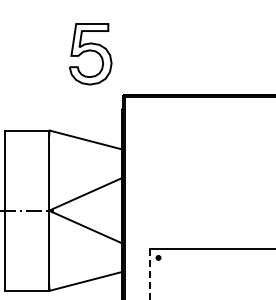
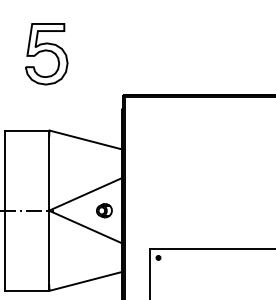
part at (90, 54) position: (90, 54) -> (46, 54)
part at (104, 210): none -> present
line at (149, 274): dashed -> solid
